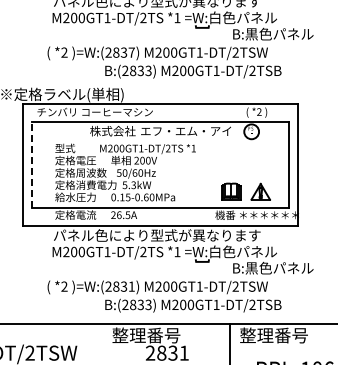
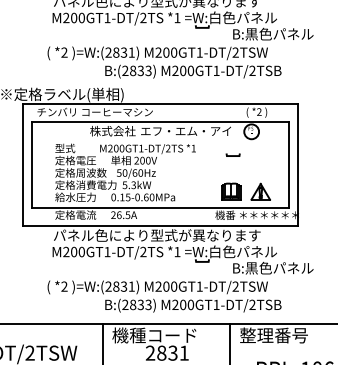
text at (131, 52): )=W:(2837) -> )=W:(2831)
line at (232, 155): none -> present
line at (31, 164): dashed -> solid
text at (154, 335): 整理番号 -> 機種コード
line at (102, 342): none -> present
